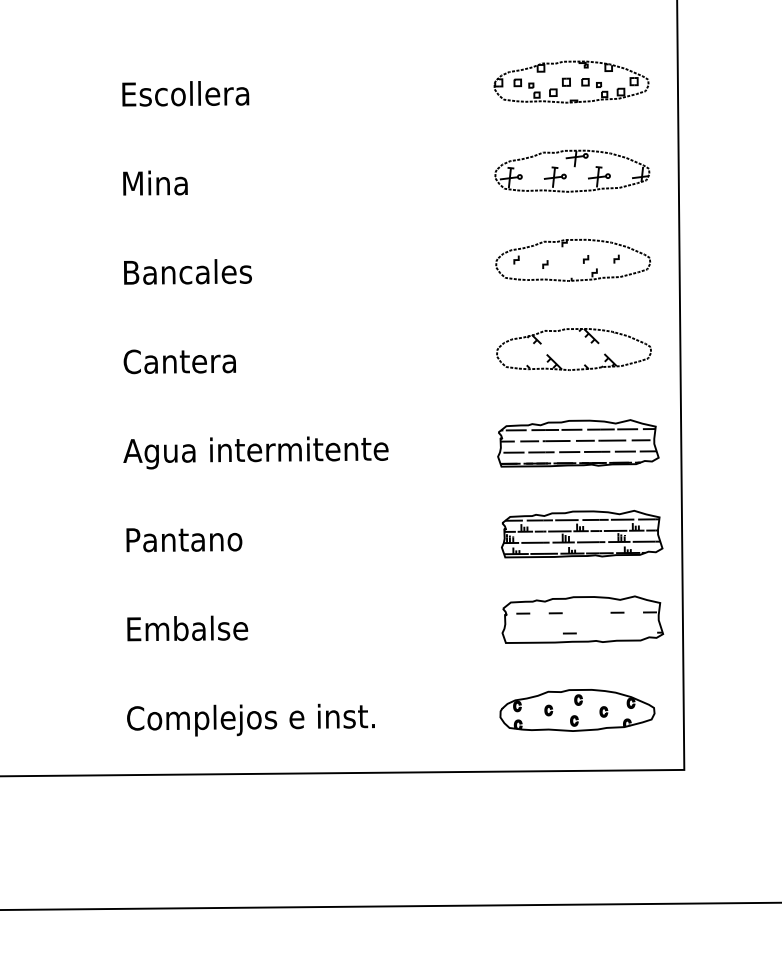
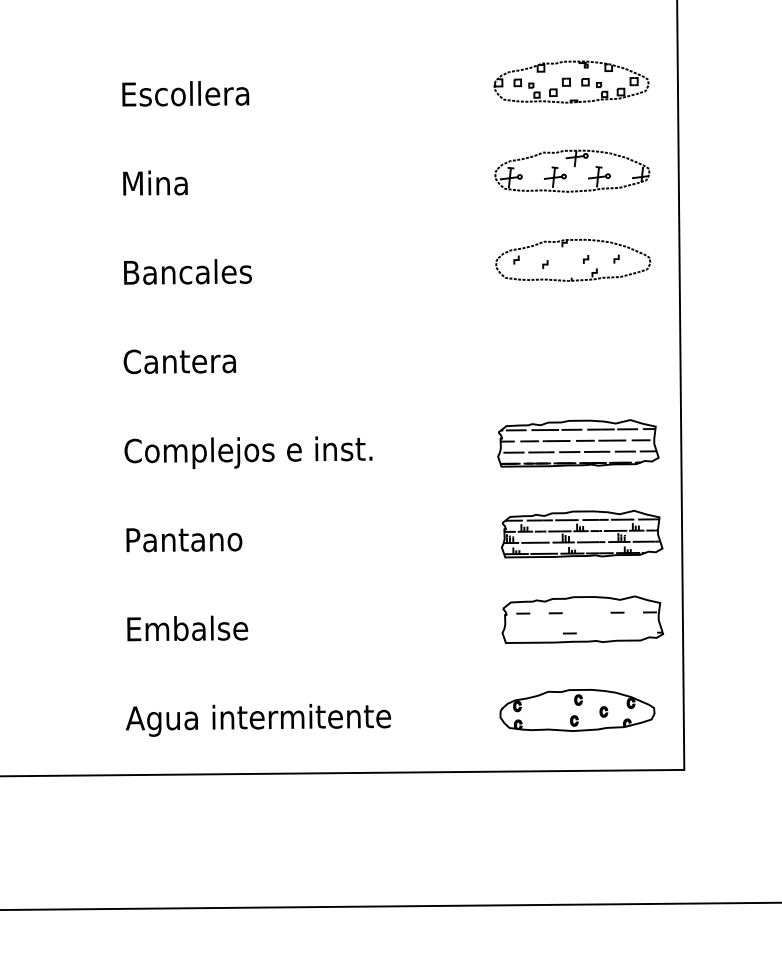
part at (585, 337): present -> none
text at (255, 452): Agua intermitente -> Complejos e inst.
part at (548, 710): present -> none
text at (258, 719): Complejos e inst. -> Agua intermitente
